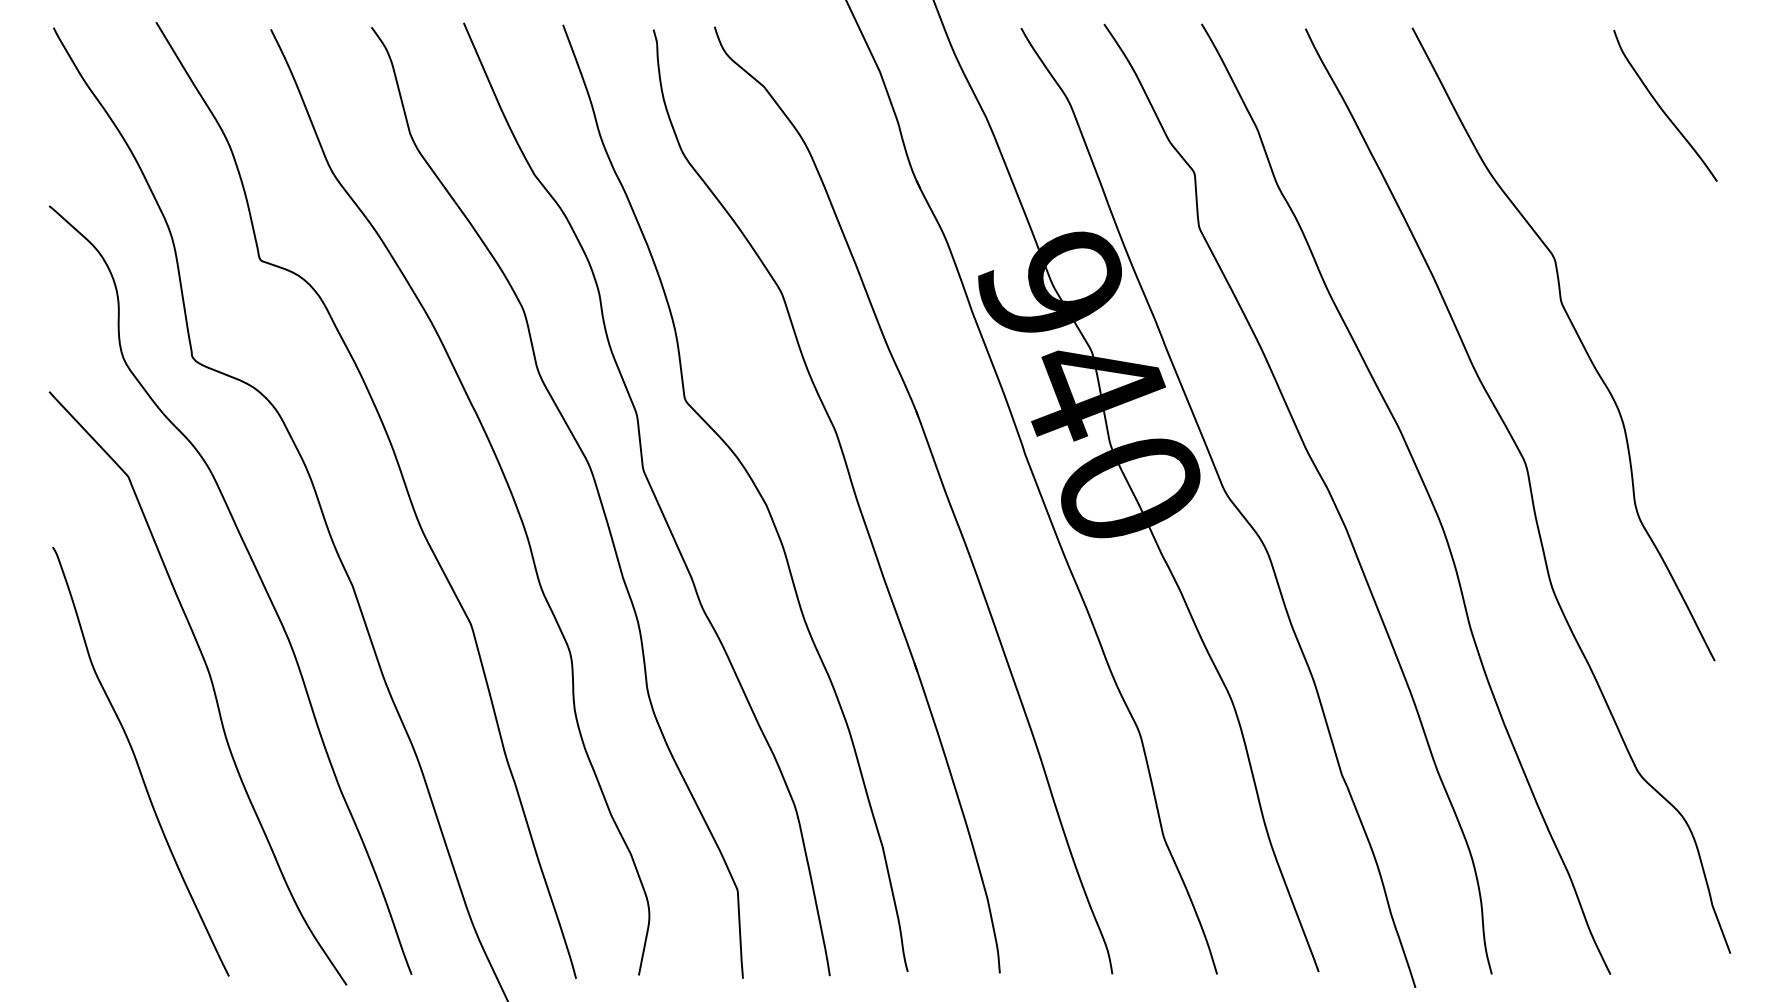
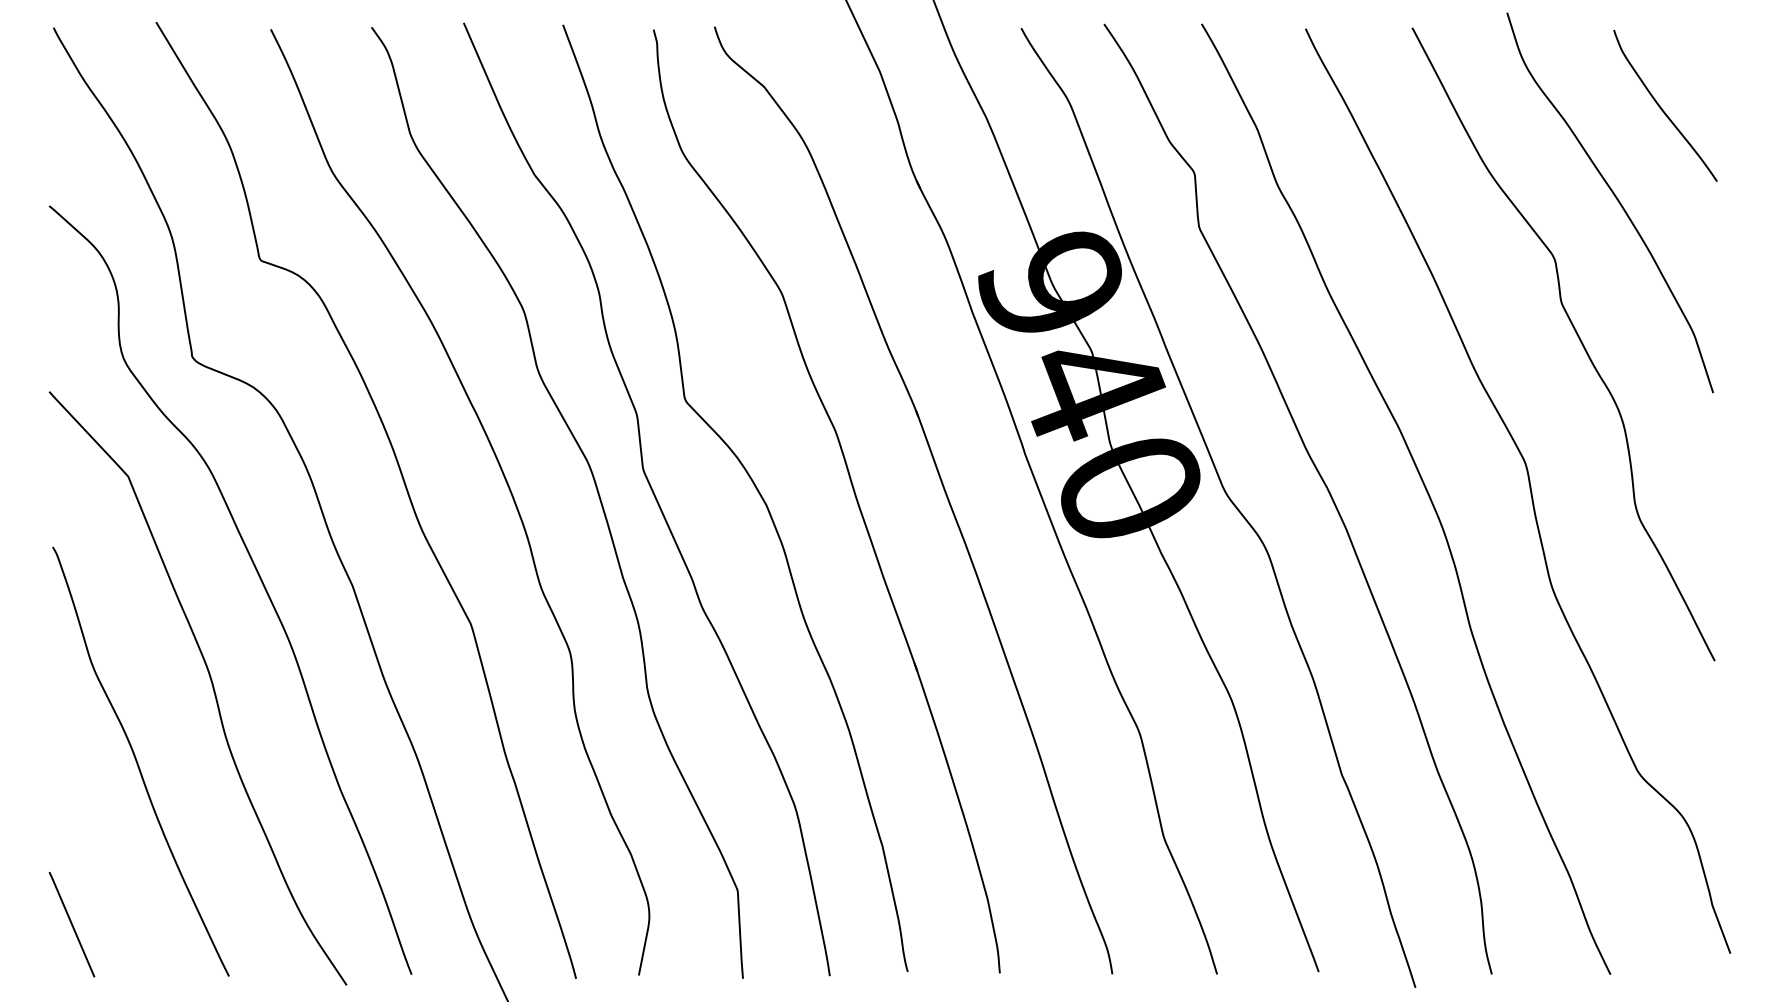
curve at (1615, 198): none -> present
line at (71, 924): none -> present
